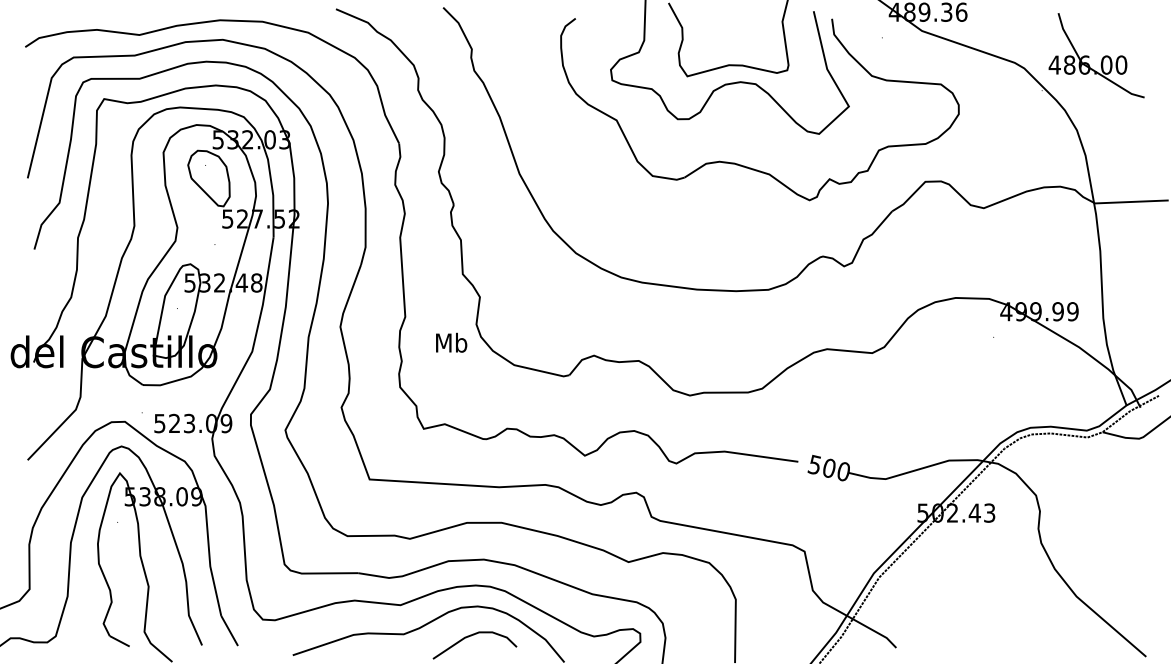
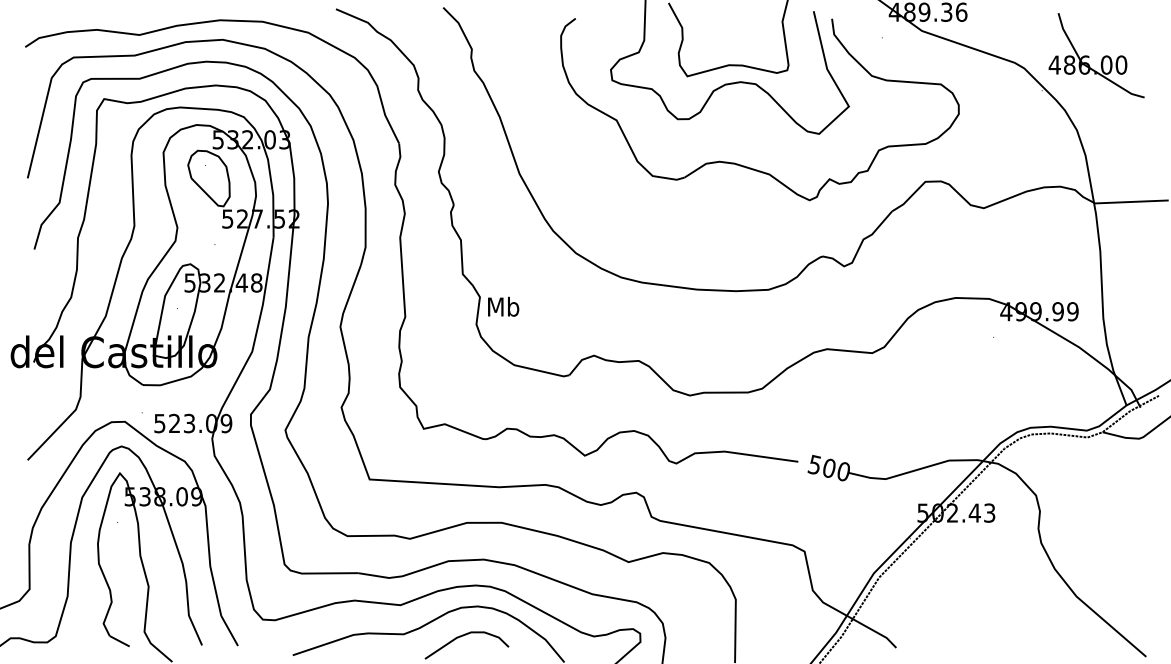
text at (451, 342) position: (451, 342) -> (503, 306)
curve at (471, 636) position: (471, 636) -> (463, 636)
